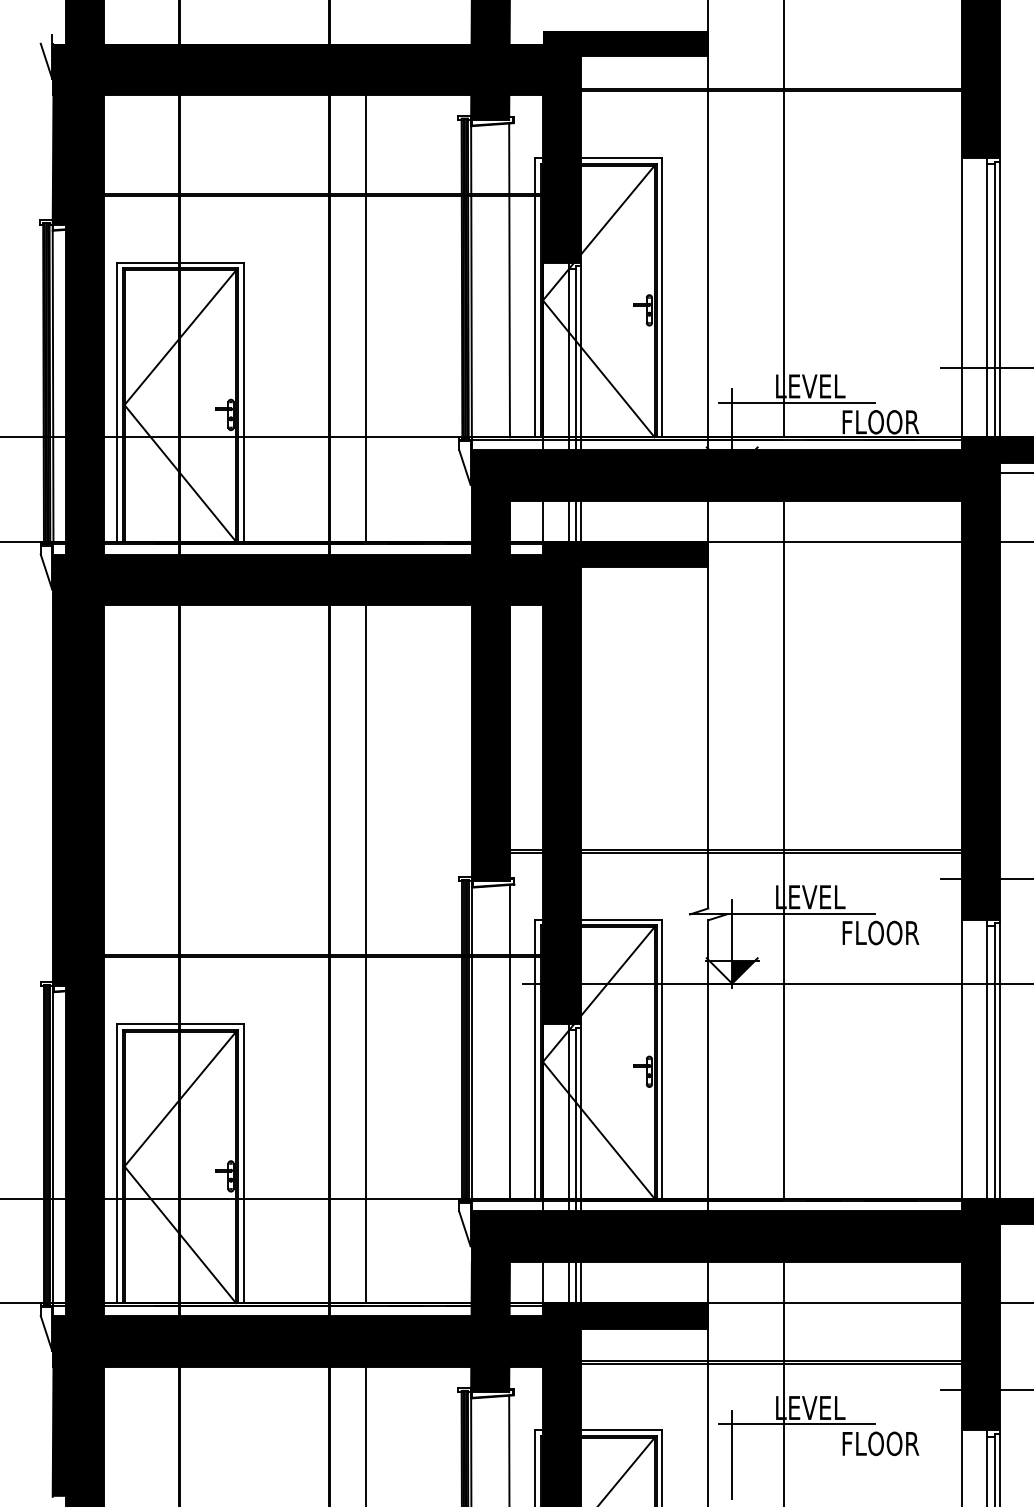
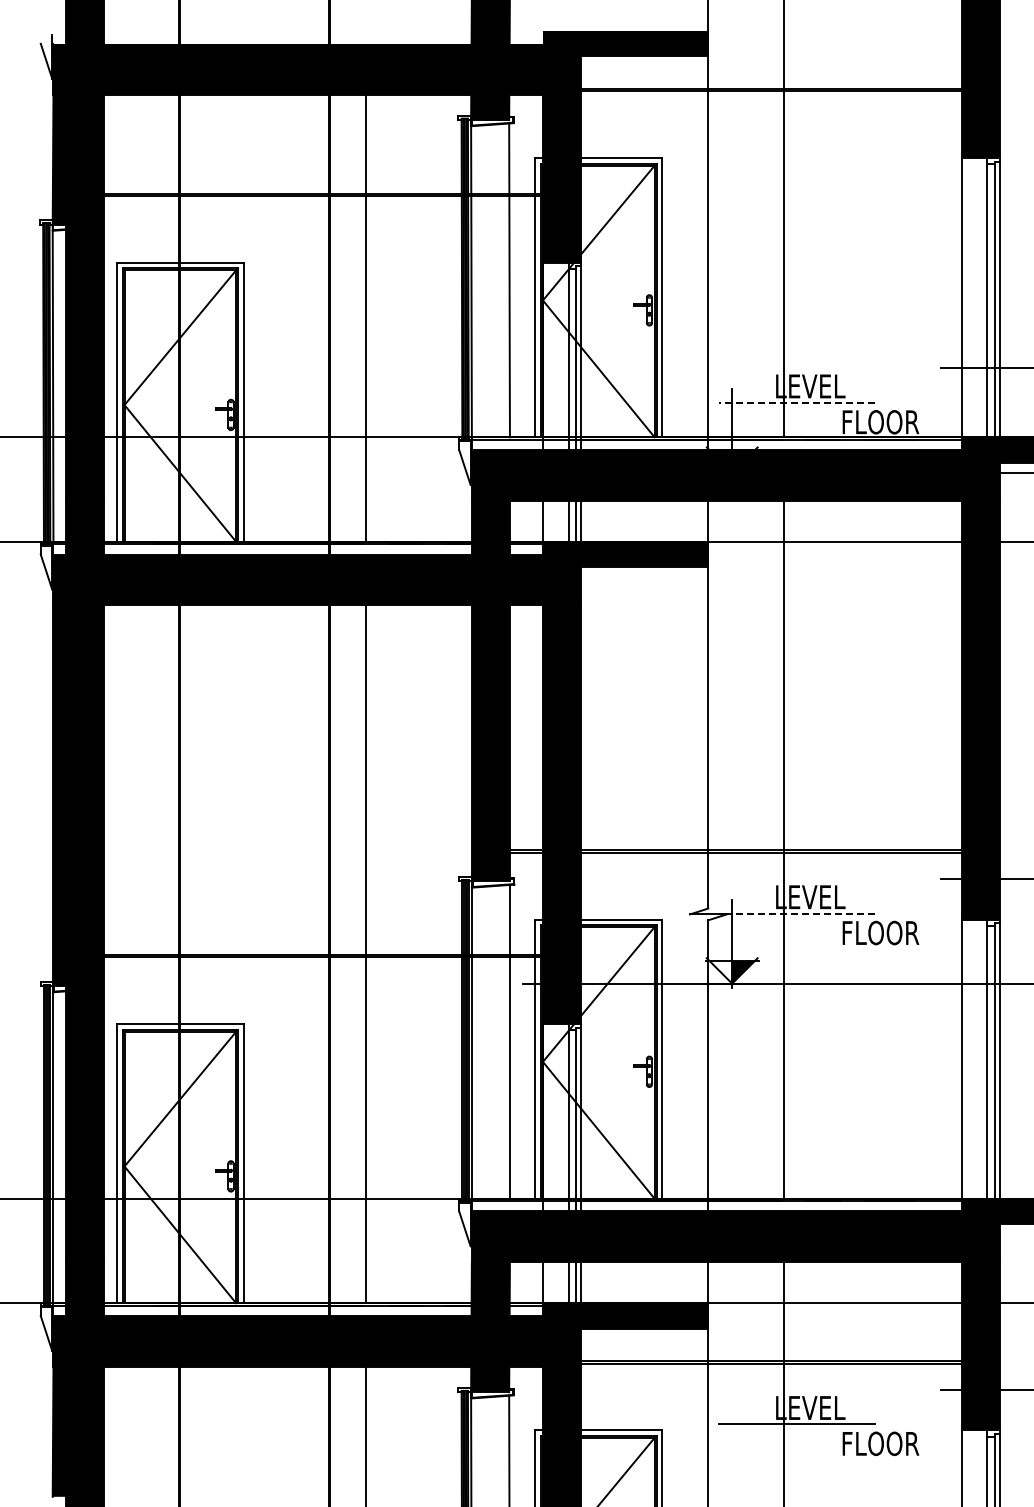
line at (796, 402): solid -> dashed
line at (796, 913): solid -> dashed
line at (732, 1454): present -> none
